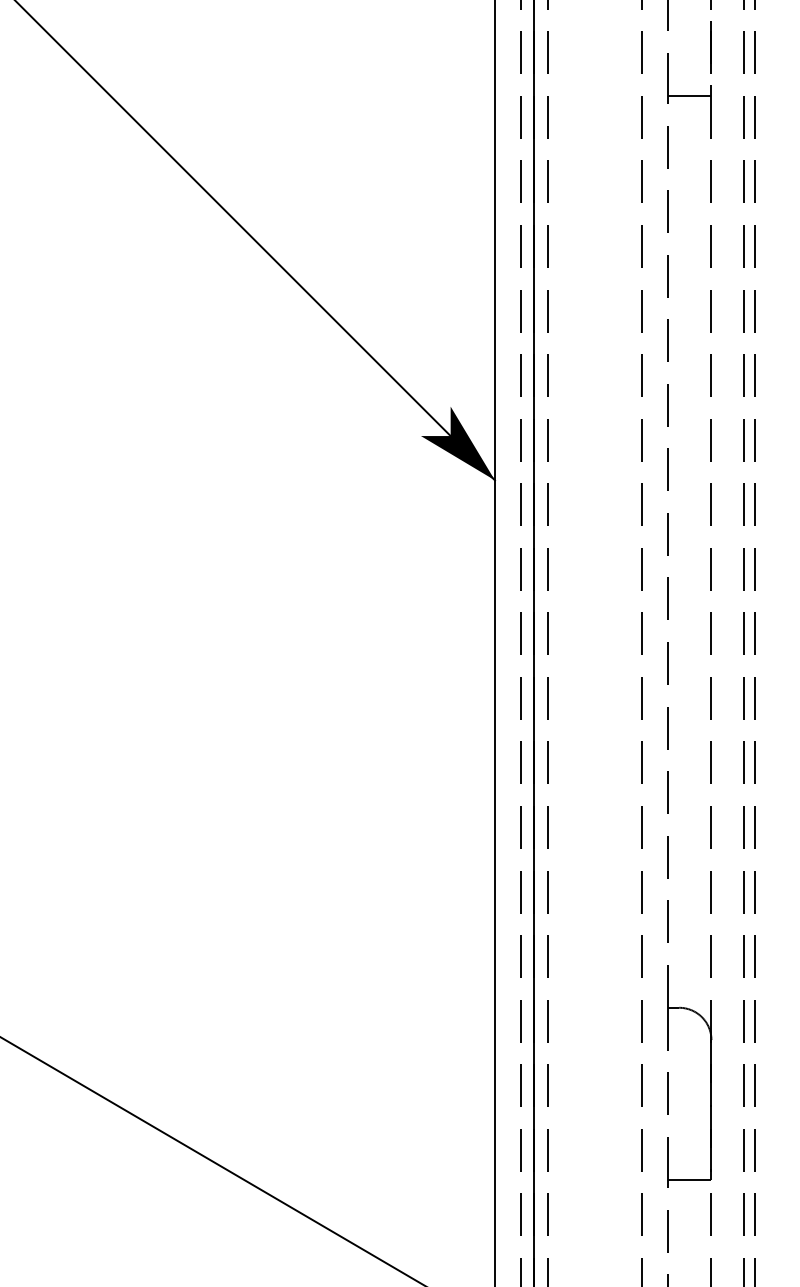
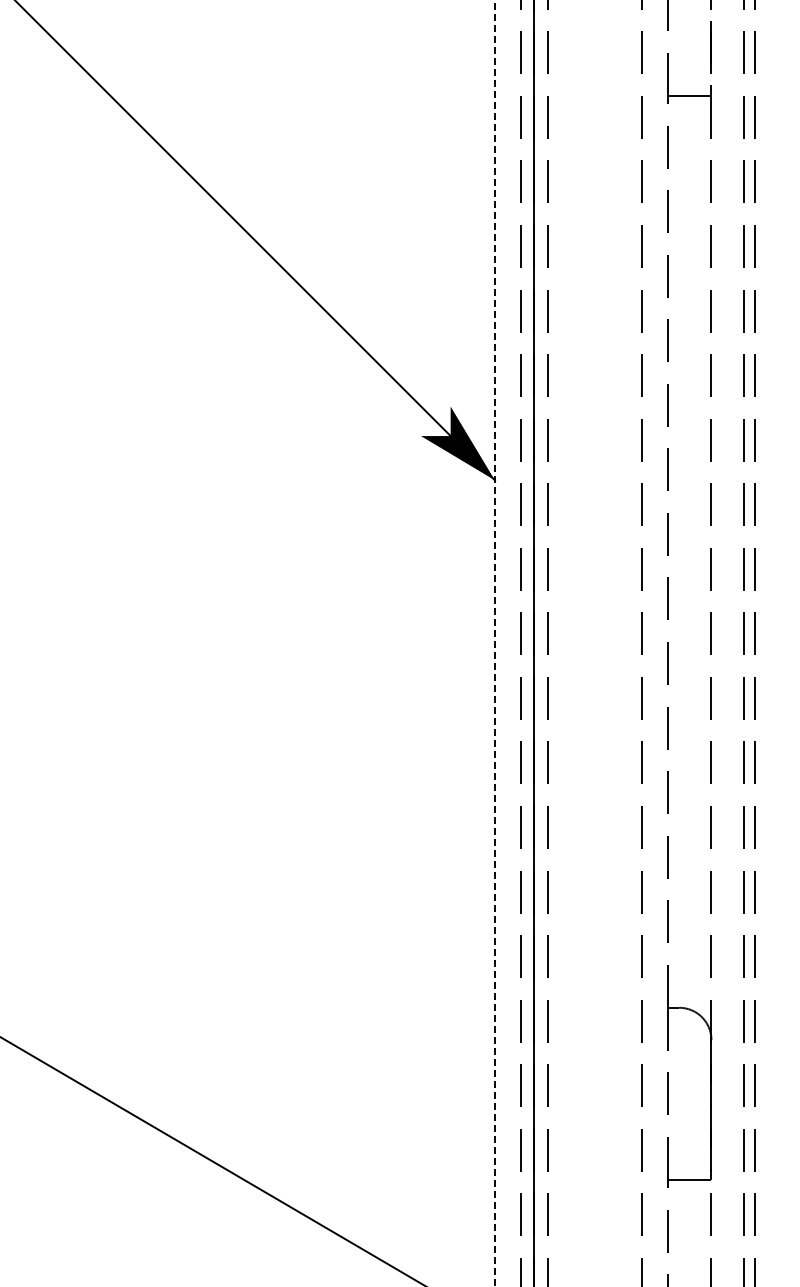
line at (494, 643): solid -> dashed
